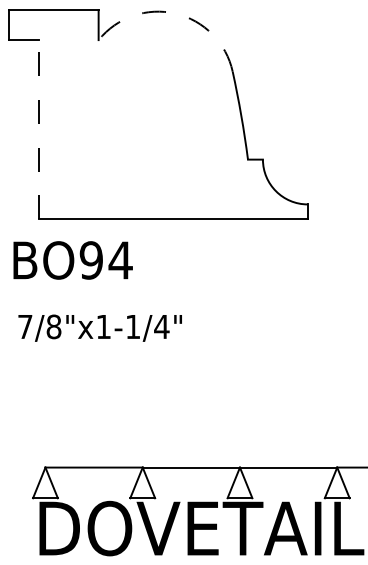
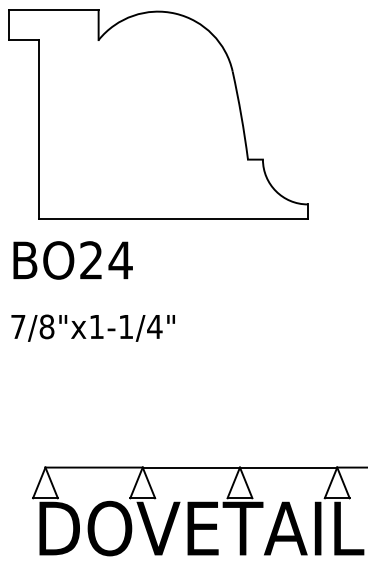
arc at (175, 13): dashed -> solid
line at (38, 129): dashed -> solid
text at (90, 260): BO94 -> BO24
text at (99, 327) position: (99, 327) -> (92, 327)
